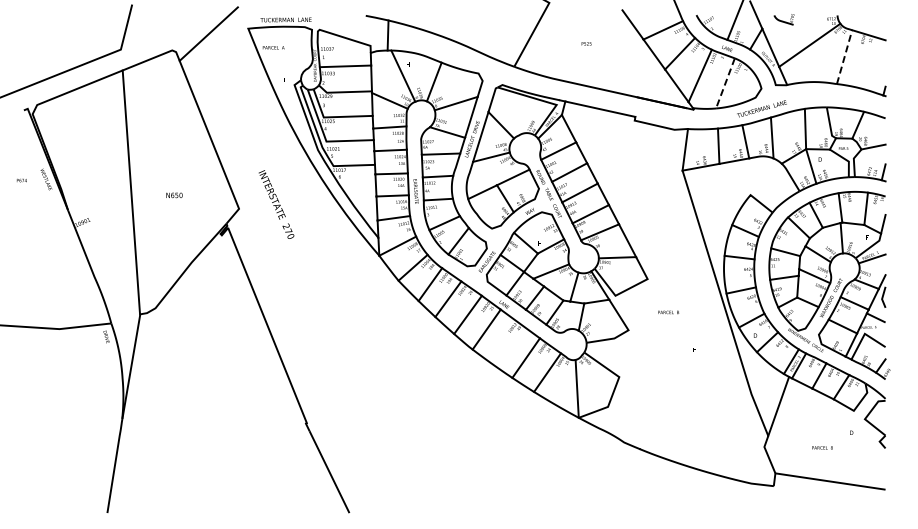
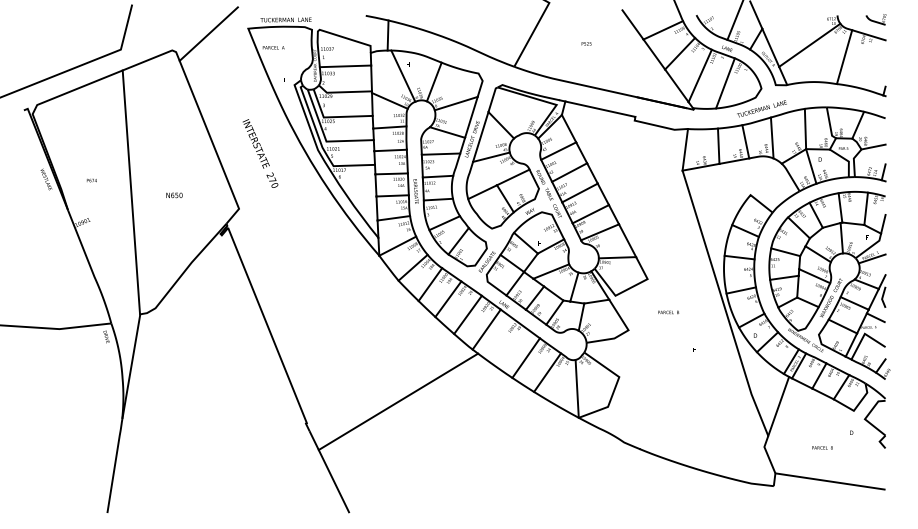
part at (783, 19) position: (783, 19) -> (875, 19)
line at (844, 57): dashed -> solid
line at (725, 83): dashed -> solid
text at (21, 180) position: (21, 180) -> (91, 180)
text at (276, 204) position: (276, 204) -> (260, 153)
line at (398, 401): none -> present
